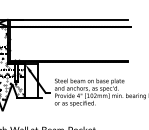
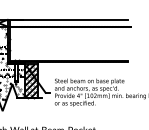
hatch at (31, 80): none -> present
